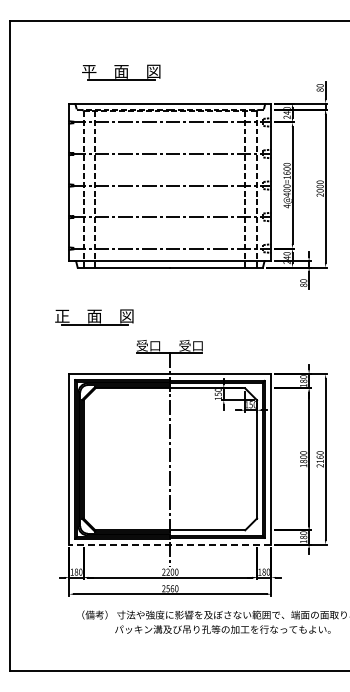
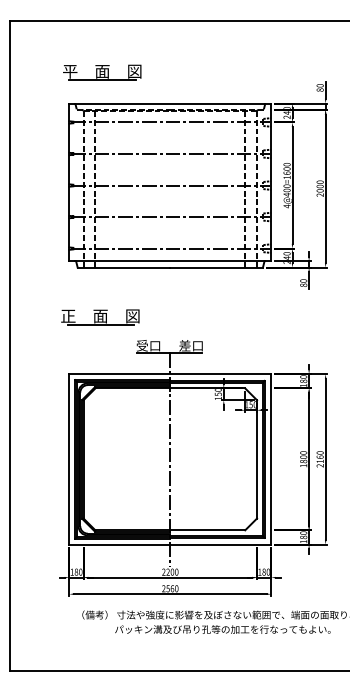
part at (121, 72) position: (121, 72) -> (102, 72)
part at (94, 317) position: (94, 317) -> (100, 317)
text at (184, 345): 受口 -> 差口
line at (170, 544): dashed -> solid
